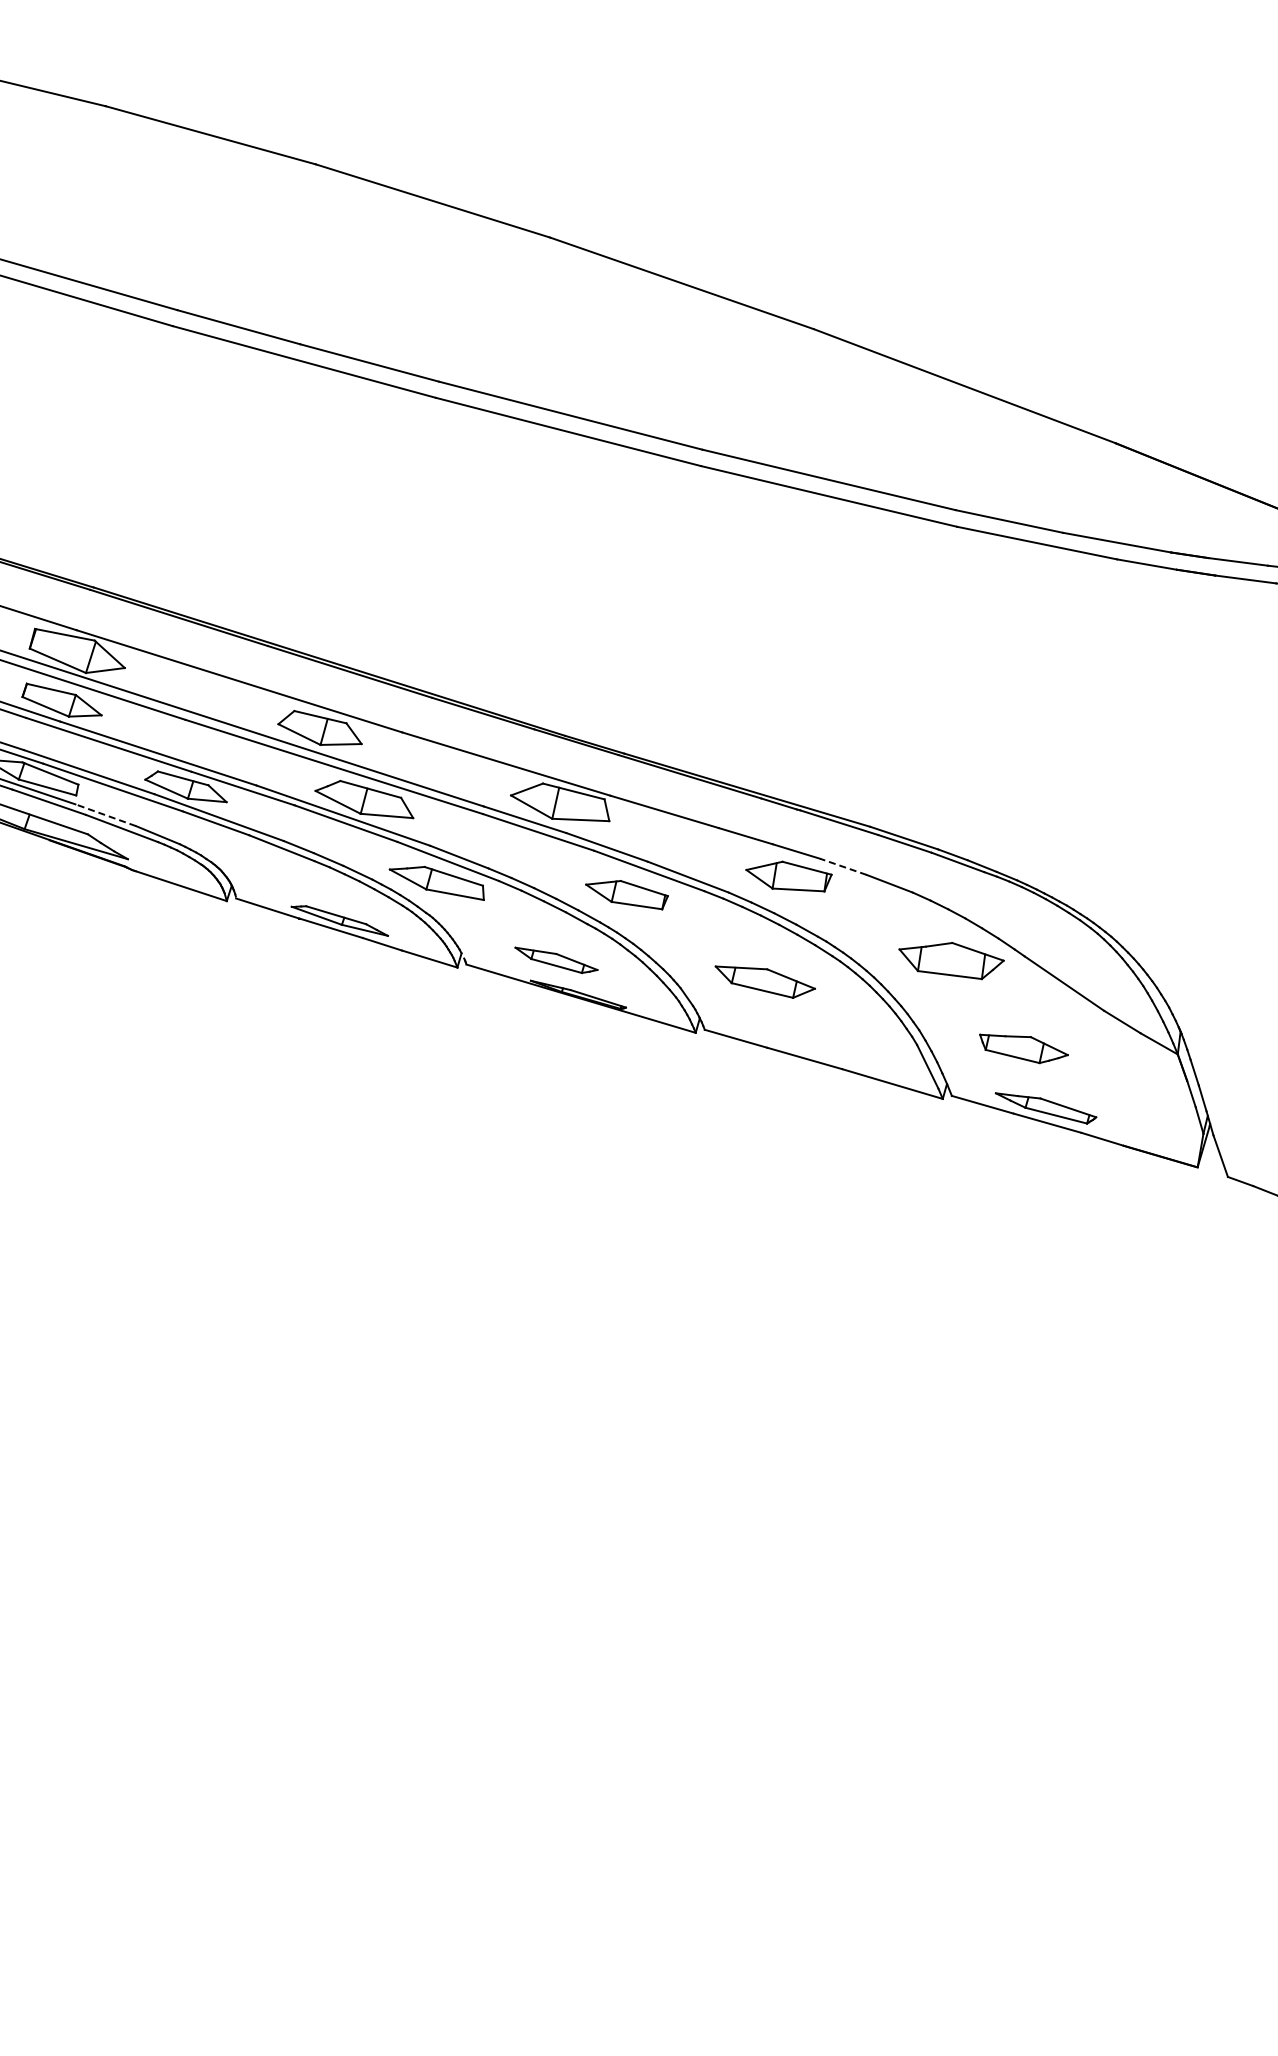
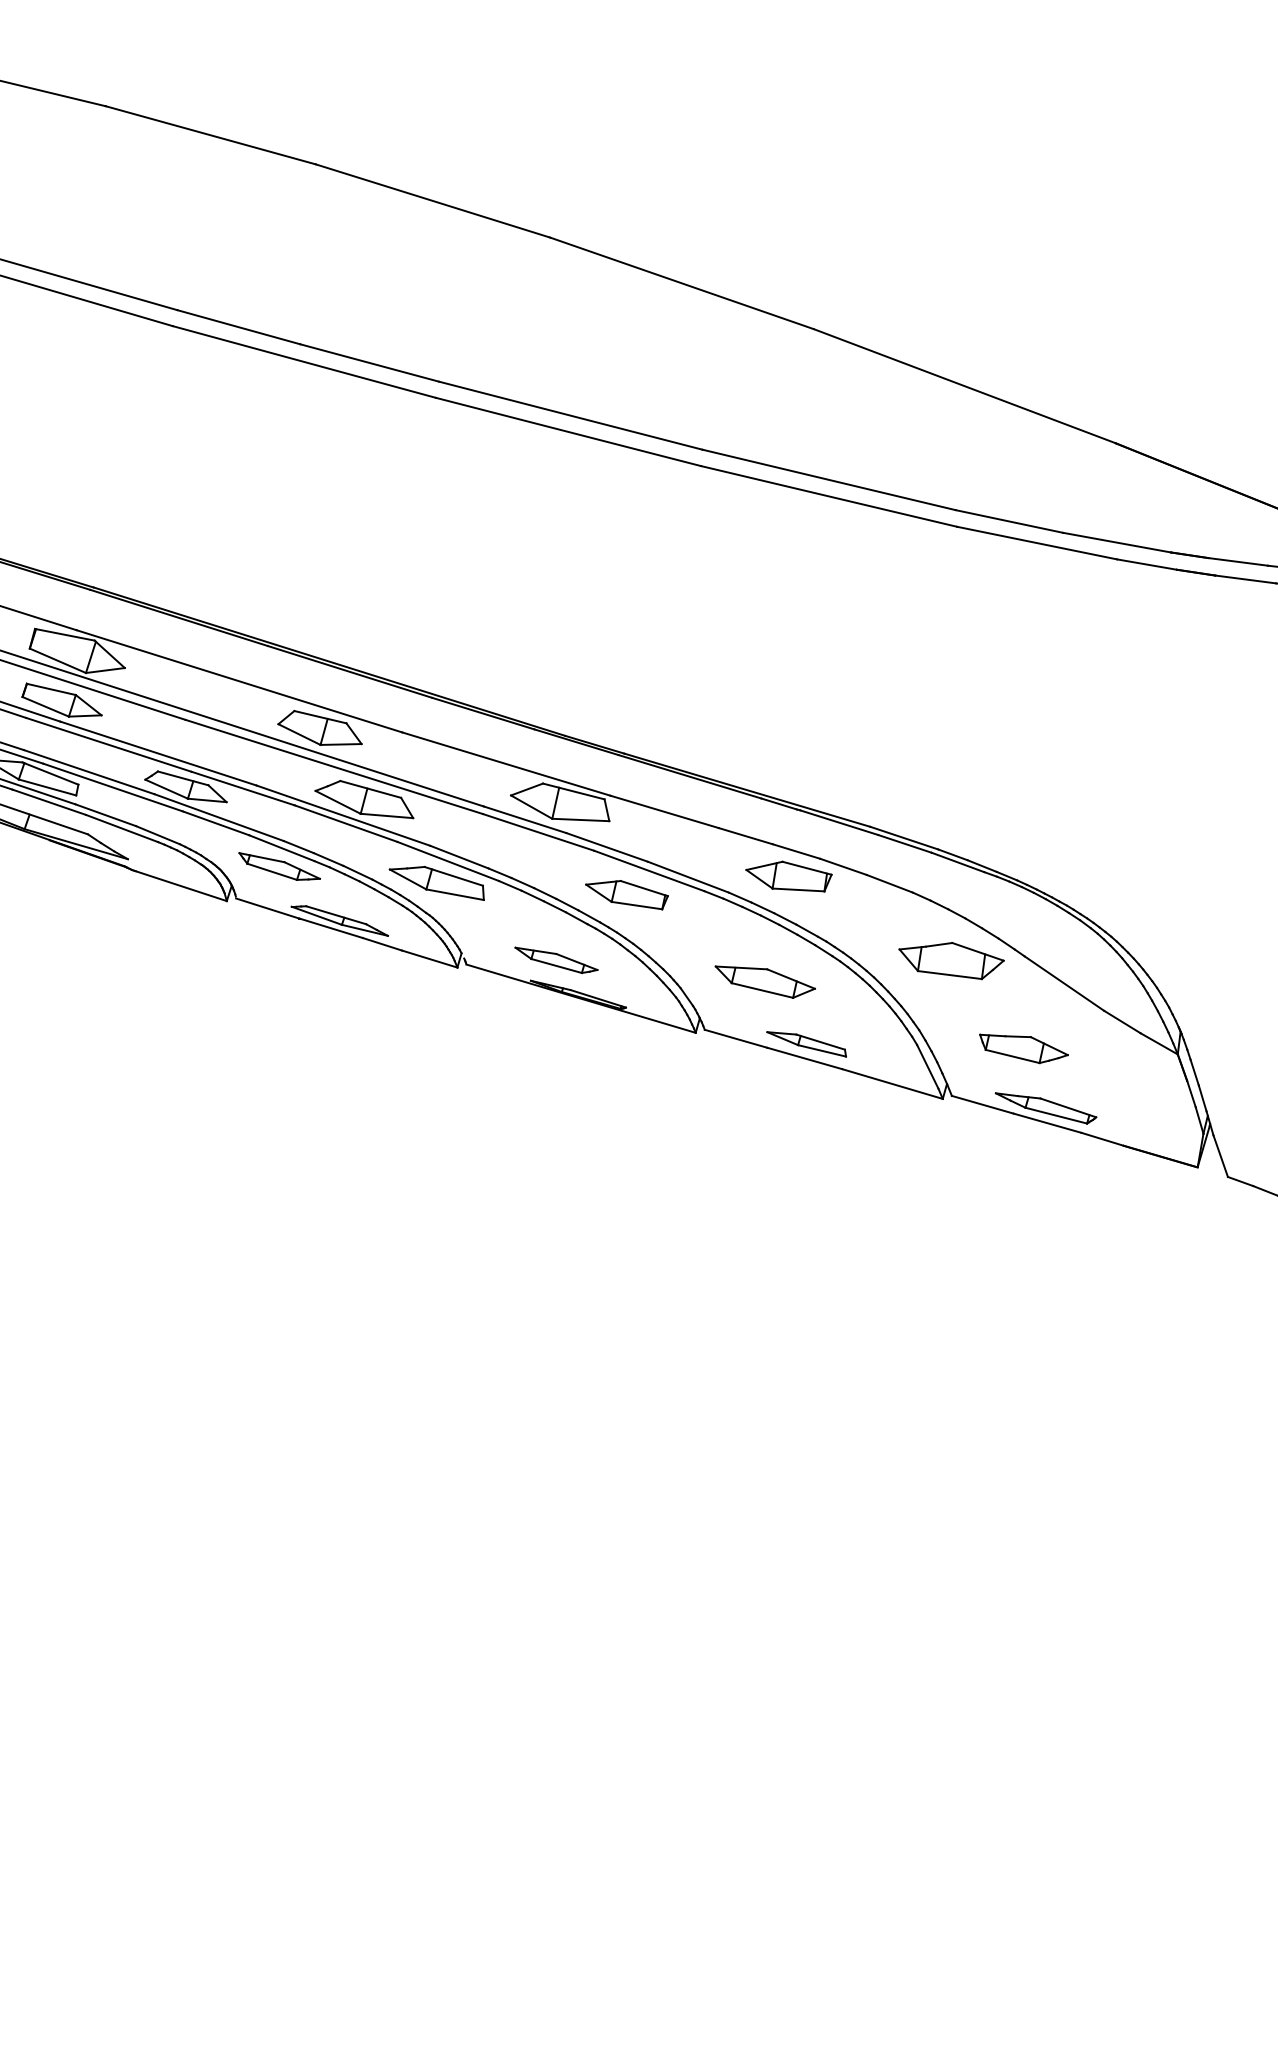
line at (105, 815): dashed -> solid
part at (279, 866): none -> present
line at (843, 866): dashed -> solid
part at (806, 1044): none -> present
